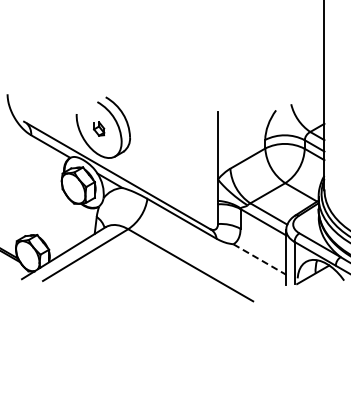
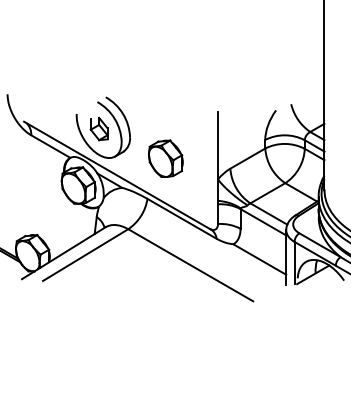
part at (99, 128) size: 13x16 px -> 20x26 px
part at (165, 158): none -> present
line at (259, 259): dashed -> solid
